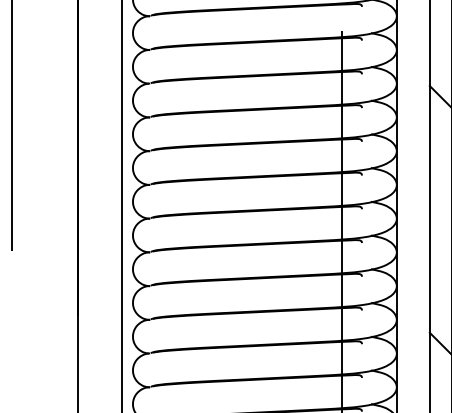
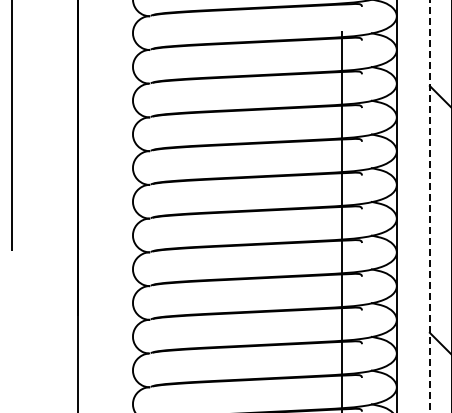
line at (122, 205): present -> none
line at (429, 205): solid -> dashed
